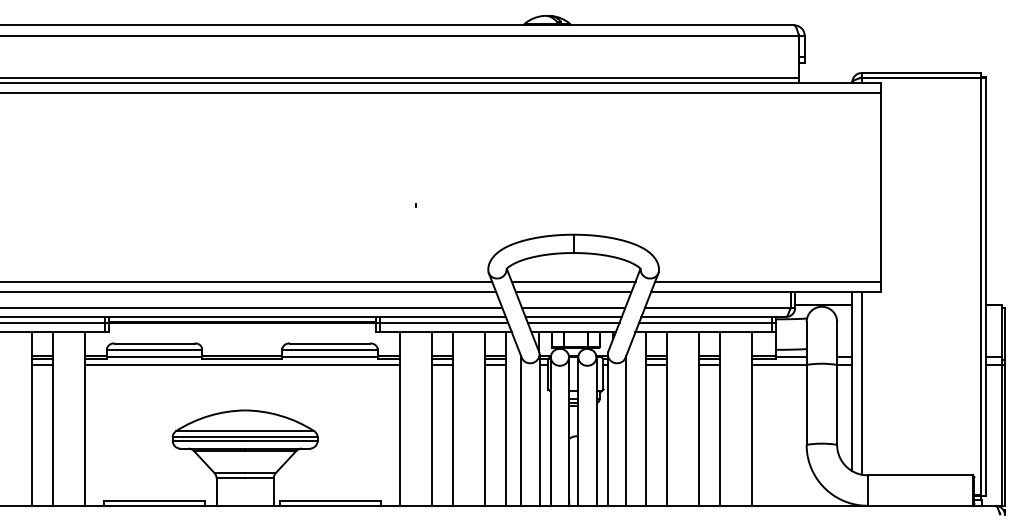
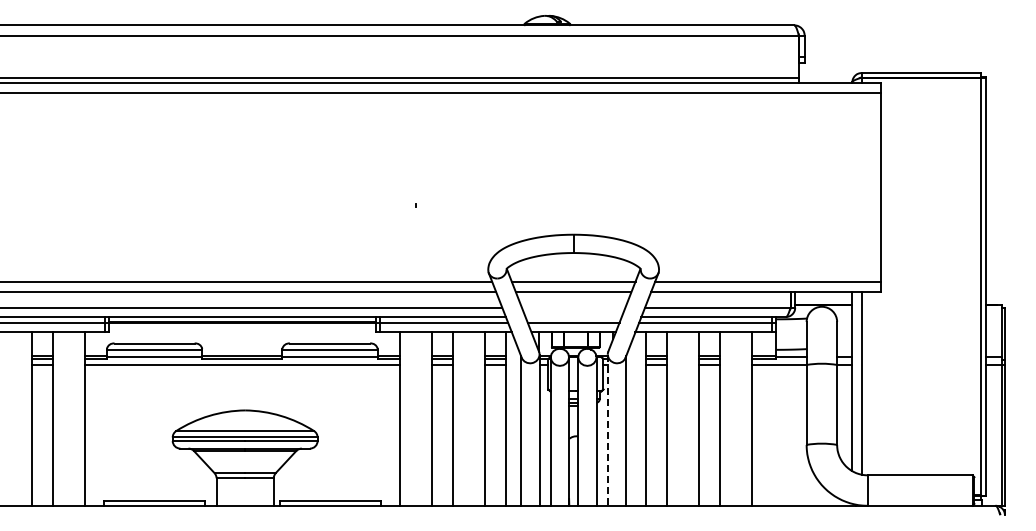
line at (573, 307): present -> none
line at (573, 317): present -> none
line at (607, 430): solid -> dashed
